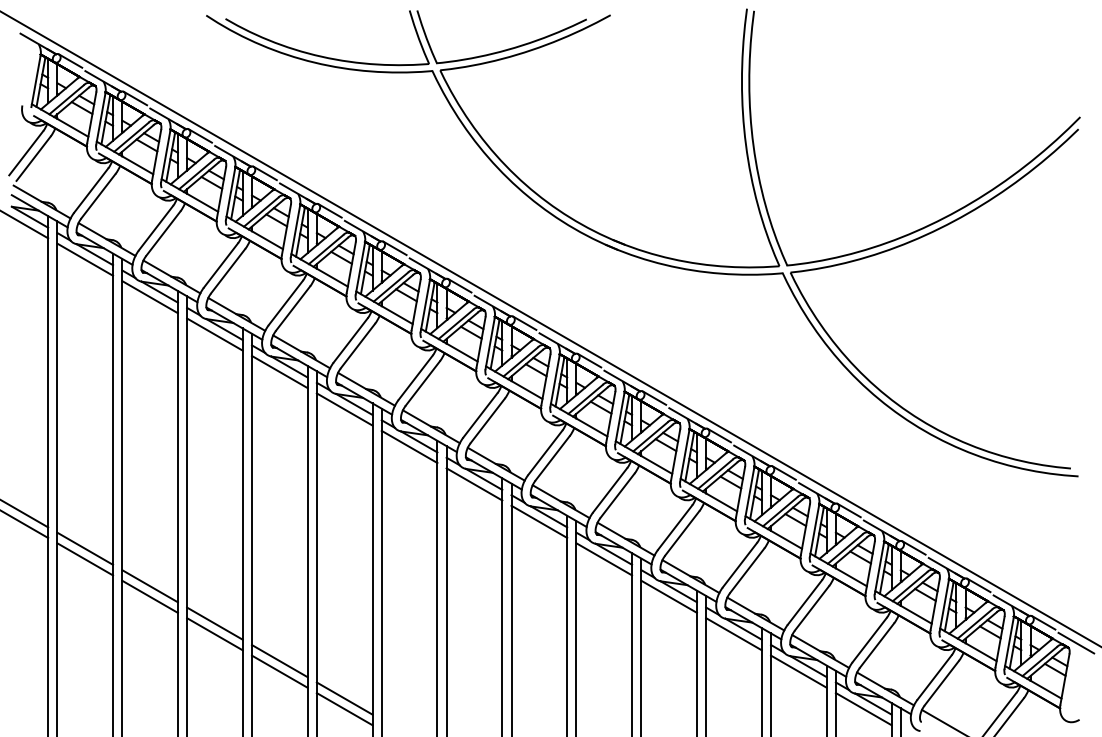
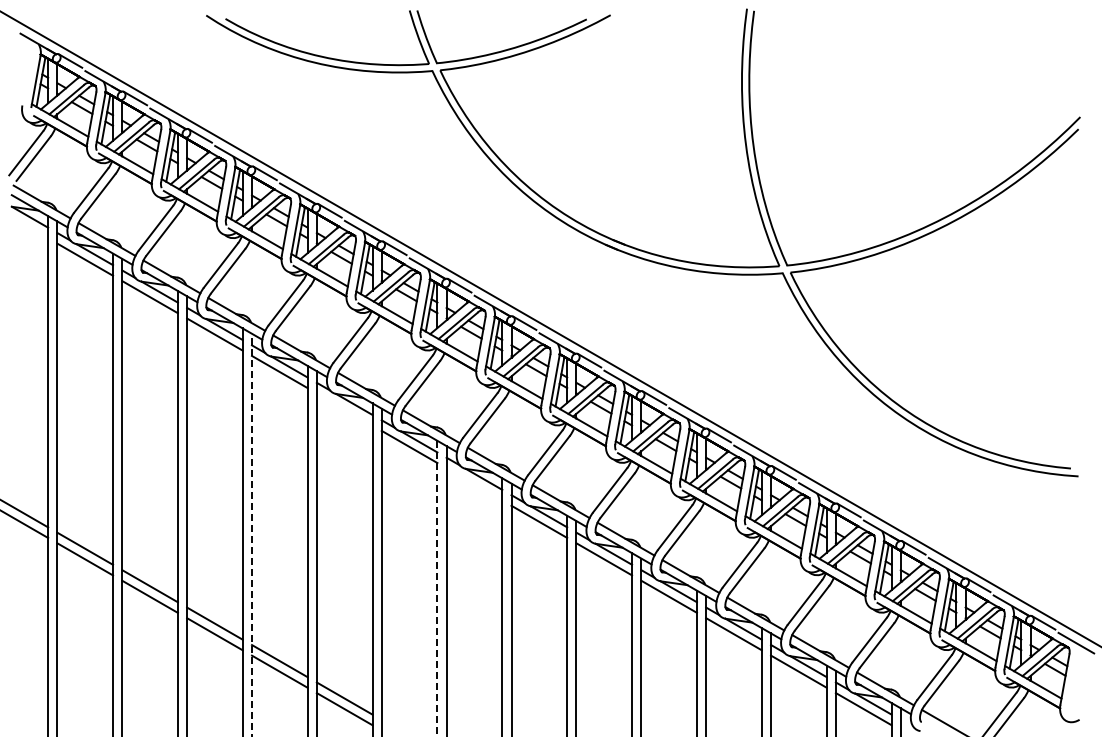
line at (25, 224): present -> none
line at (344, 409): present -> none
line at (474, 484): present -> none
line at (251, 534): solid -> dashed
line at (437, 588): solid -> dashed
